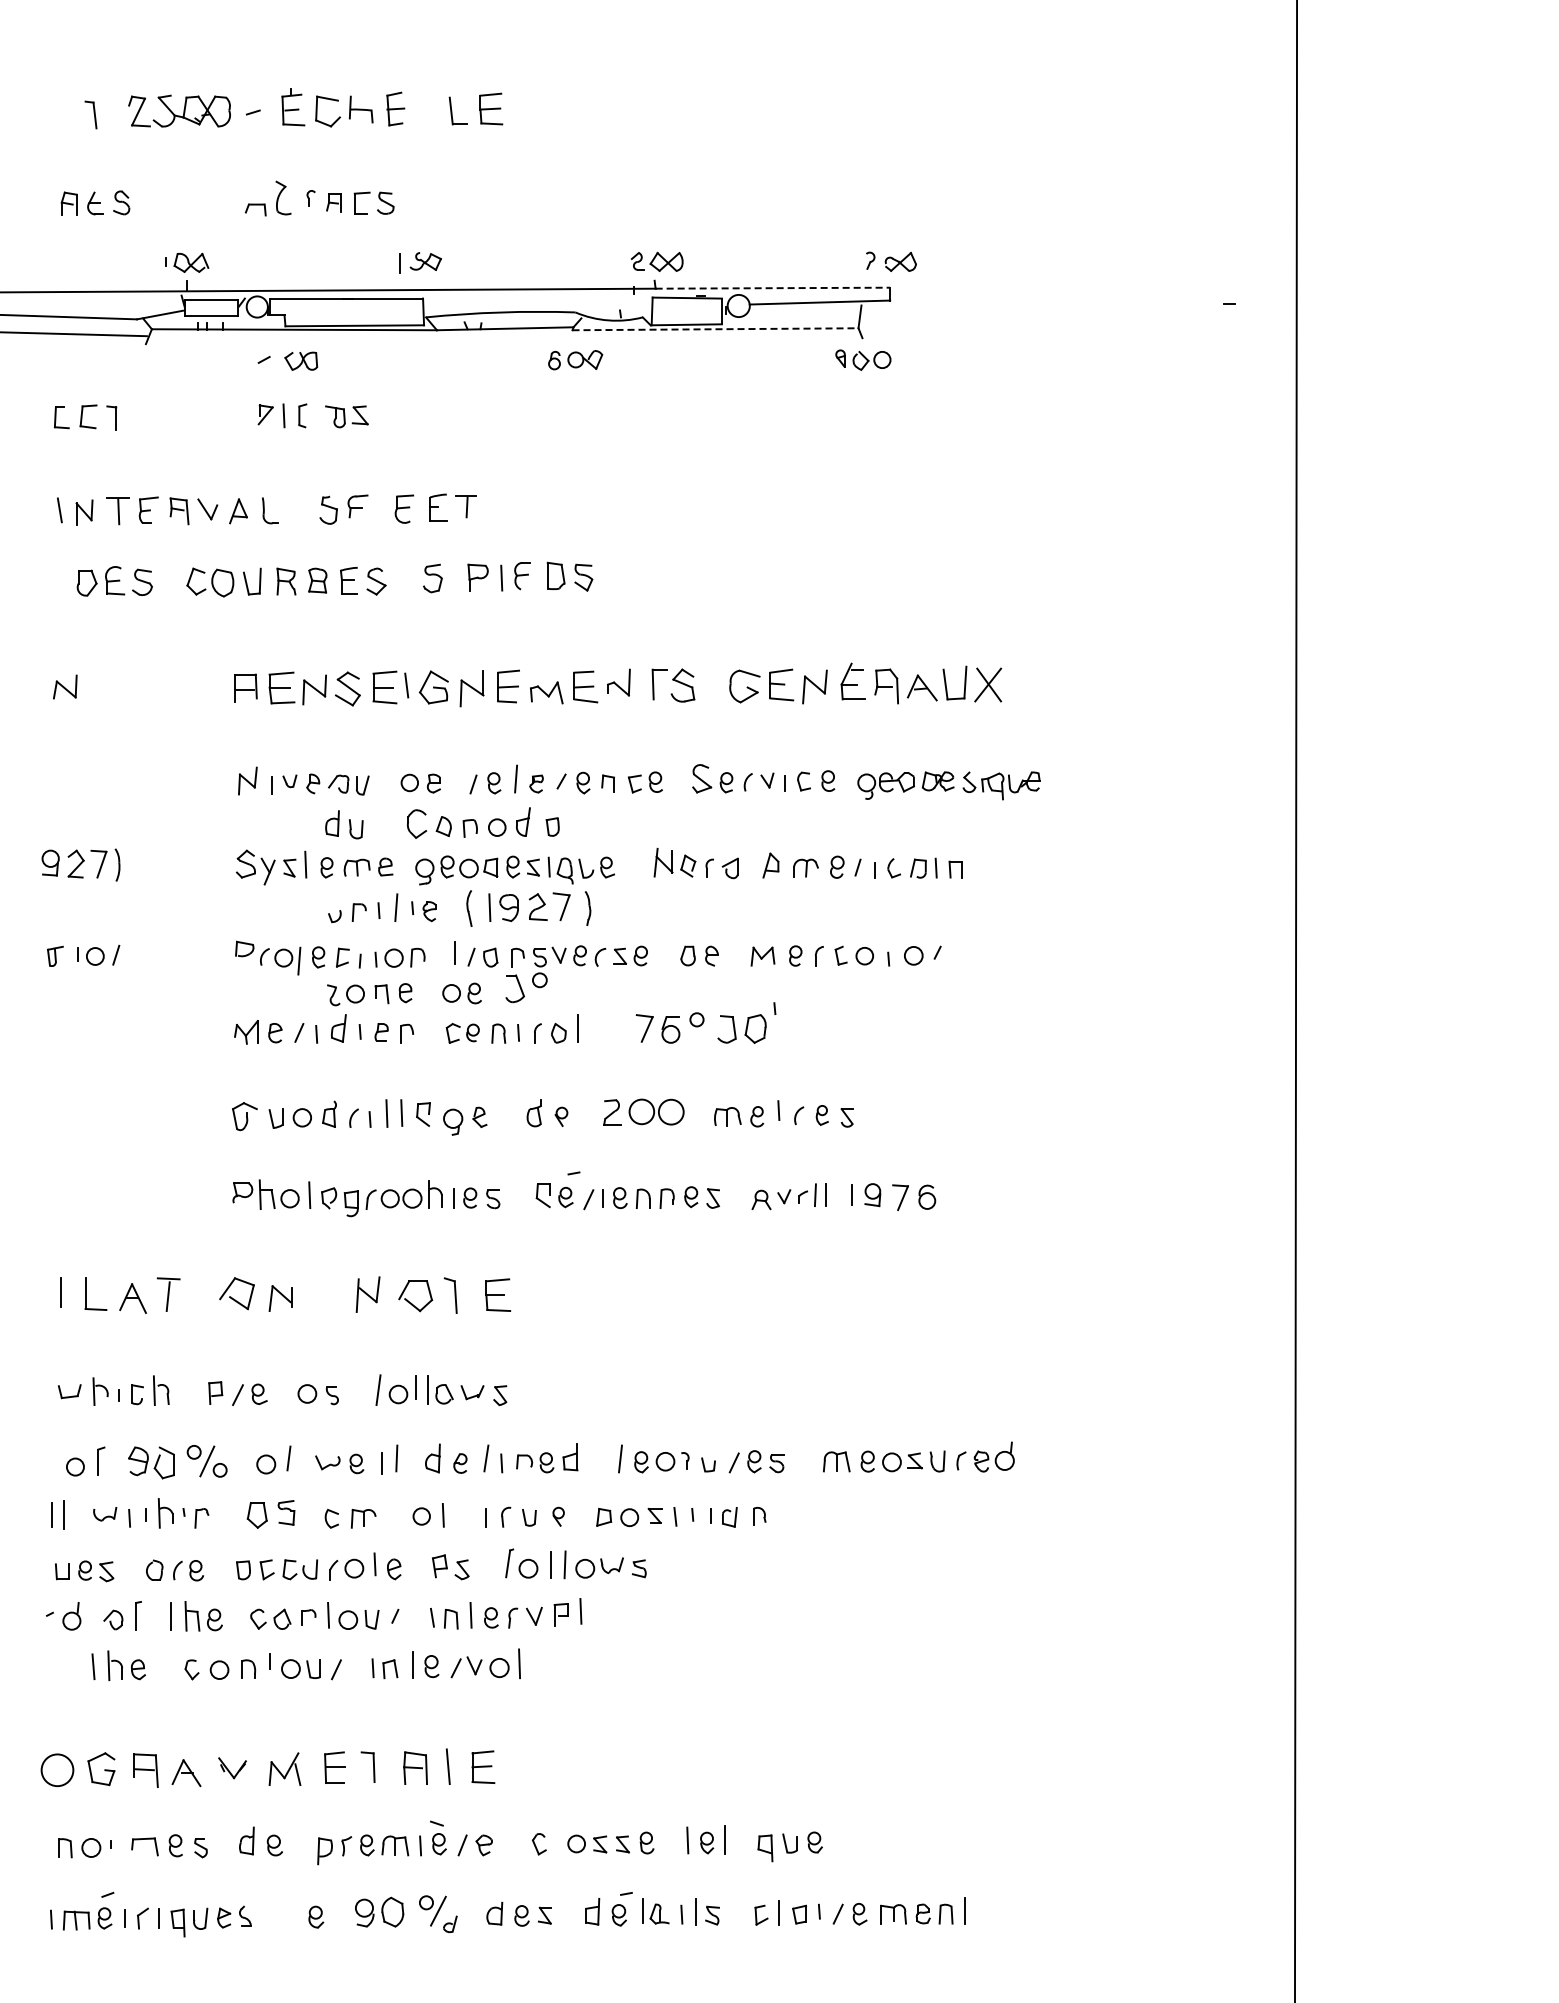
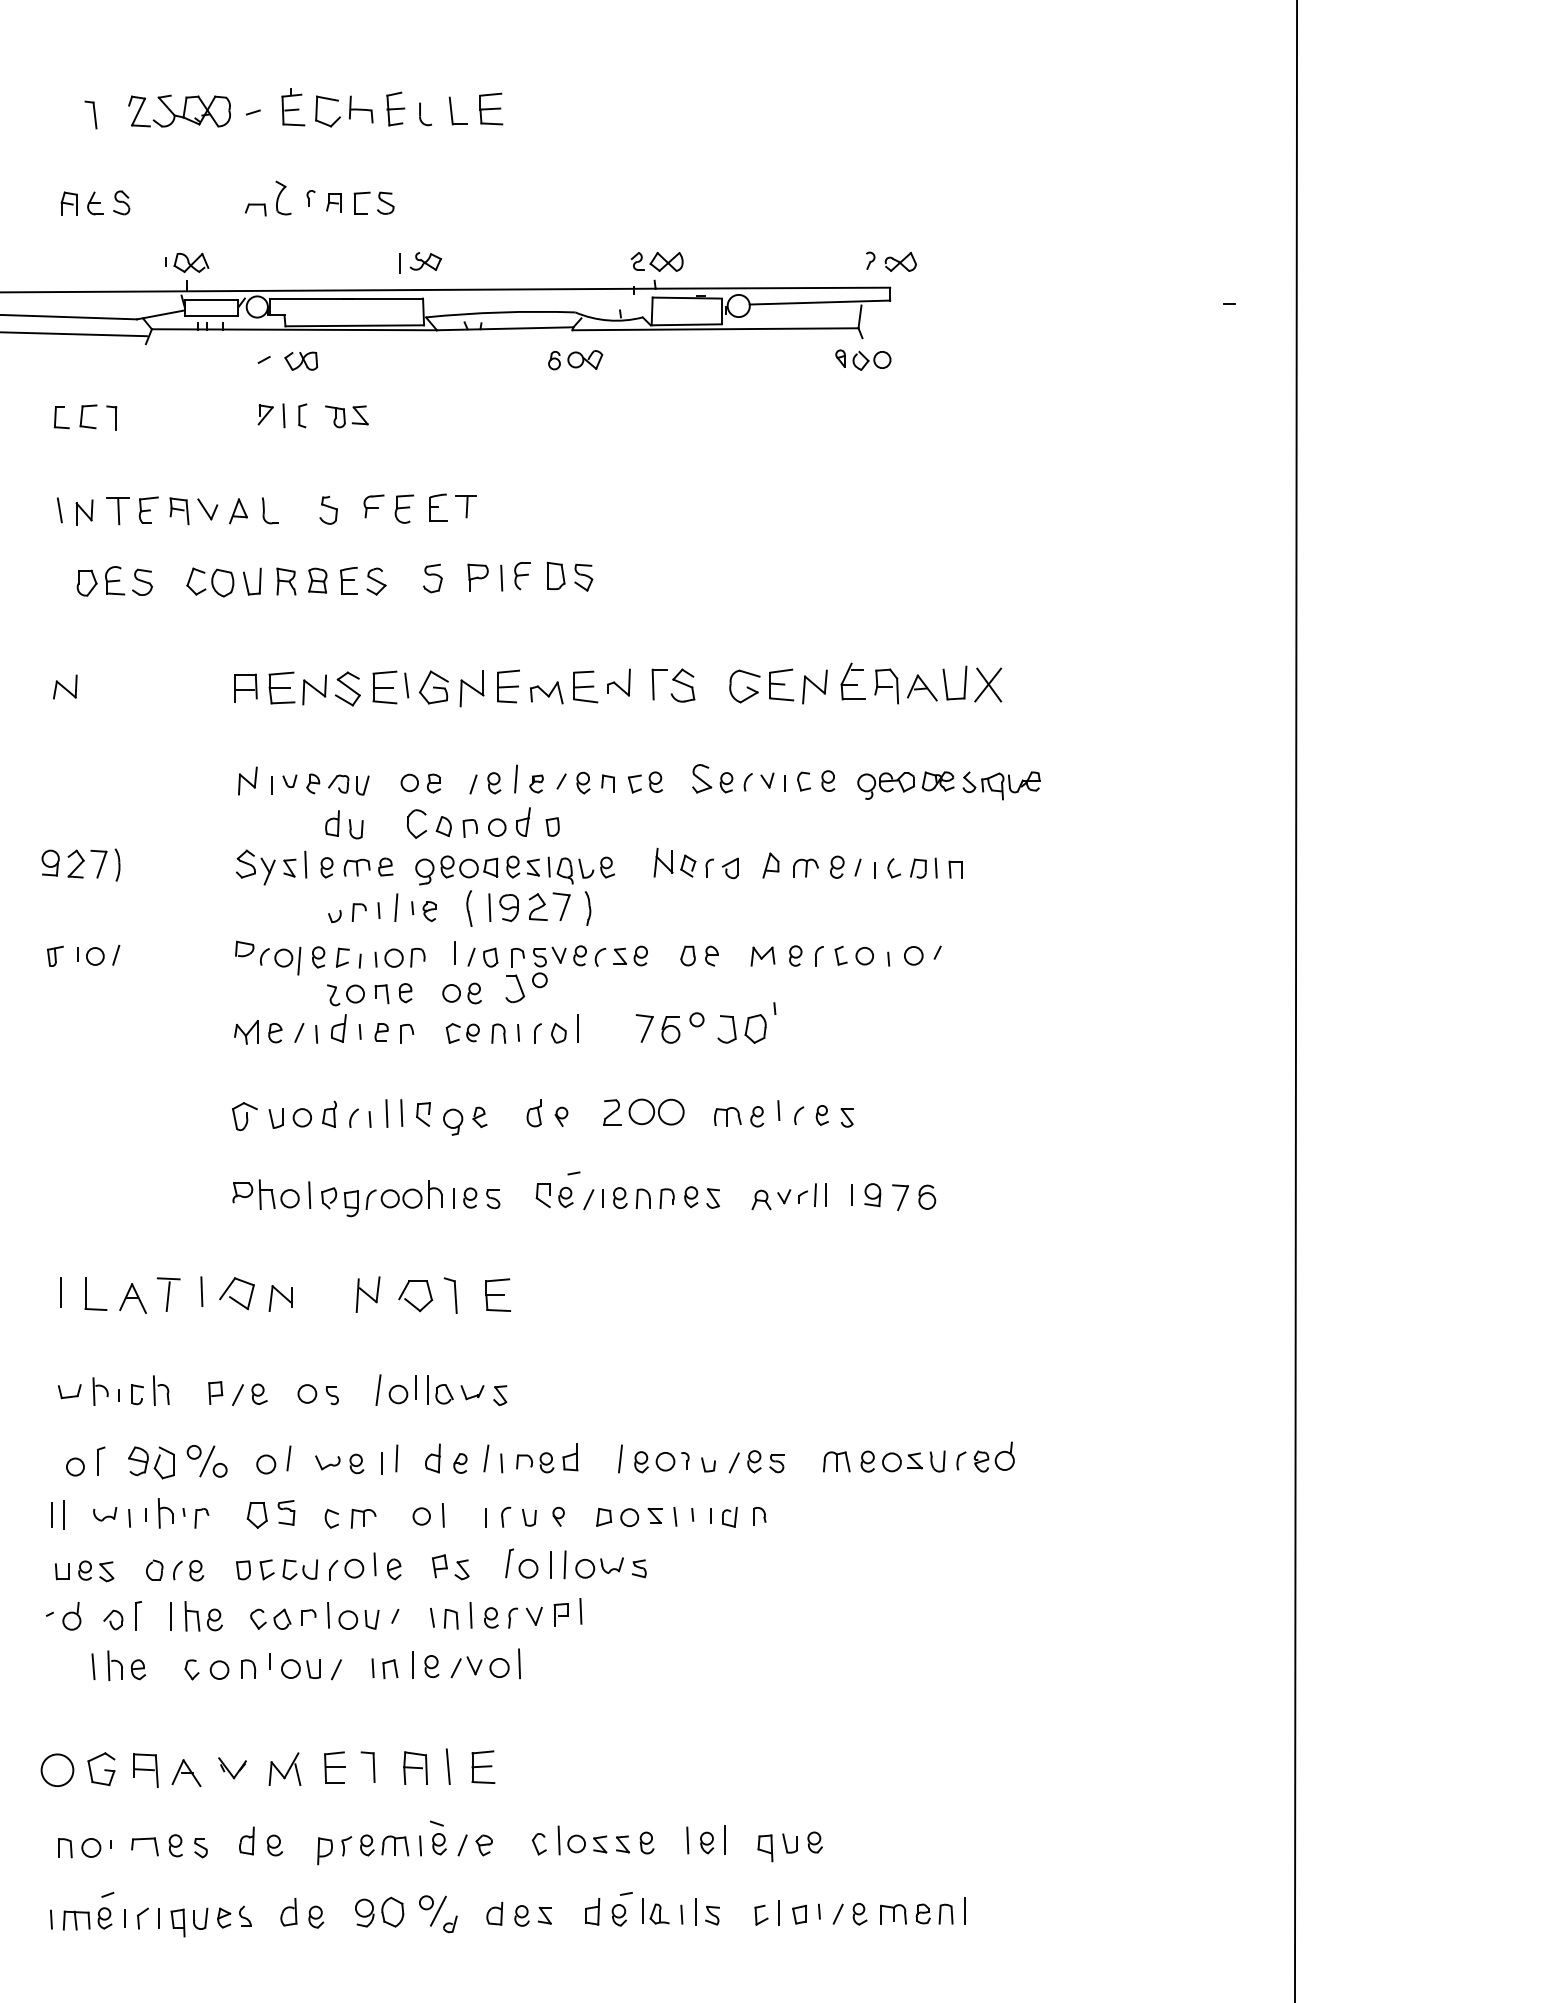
part at (425, 114): none -> present
line at (773, 288): dashed -> solid
line at (716, 329): dashed -> solid
part at (357, 506) position: (357, 506) -> (373, 506)
line at (201, 1291): none -> present
line at (558, 1840): none -> present
part at (288, 1912): none -> present
